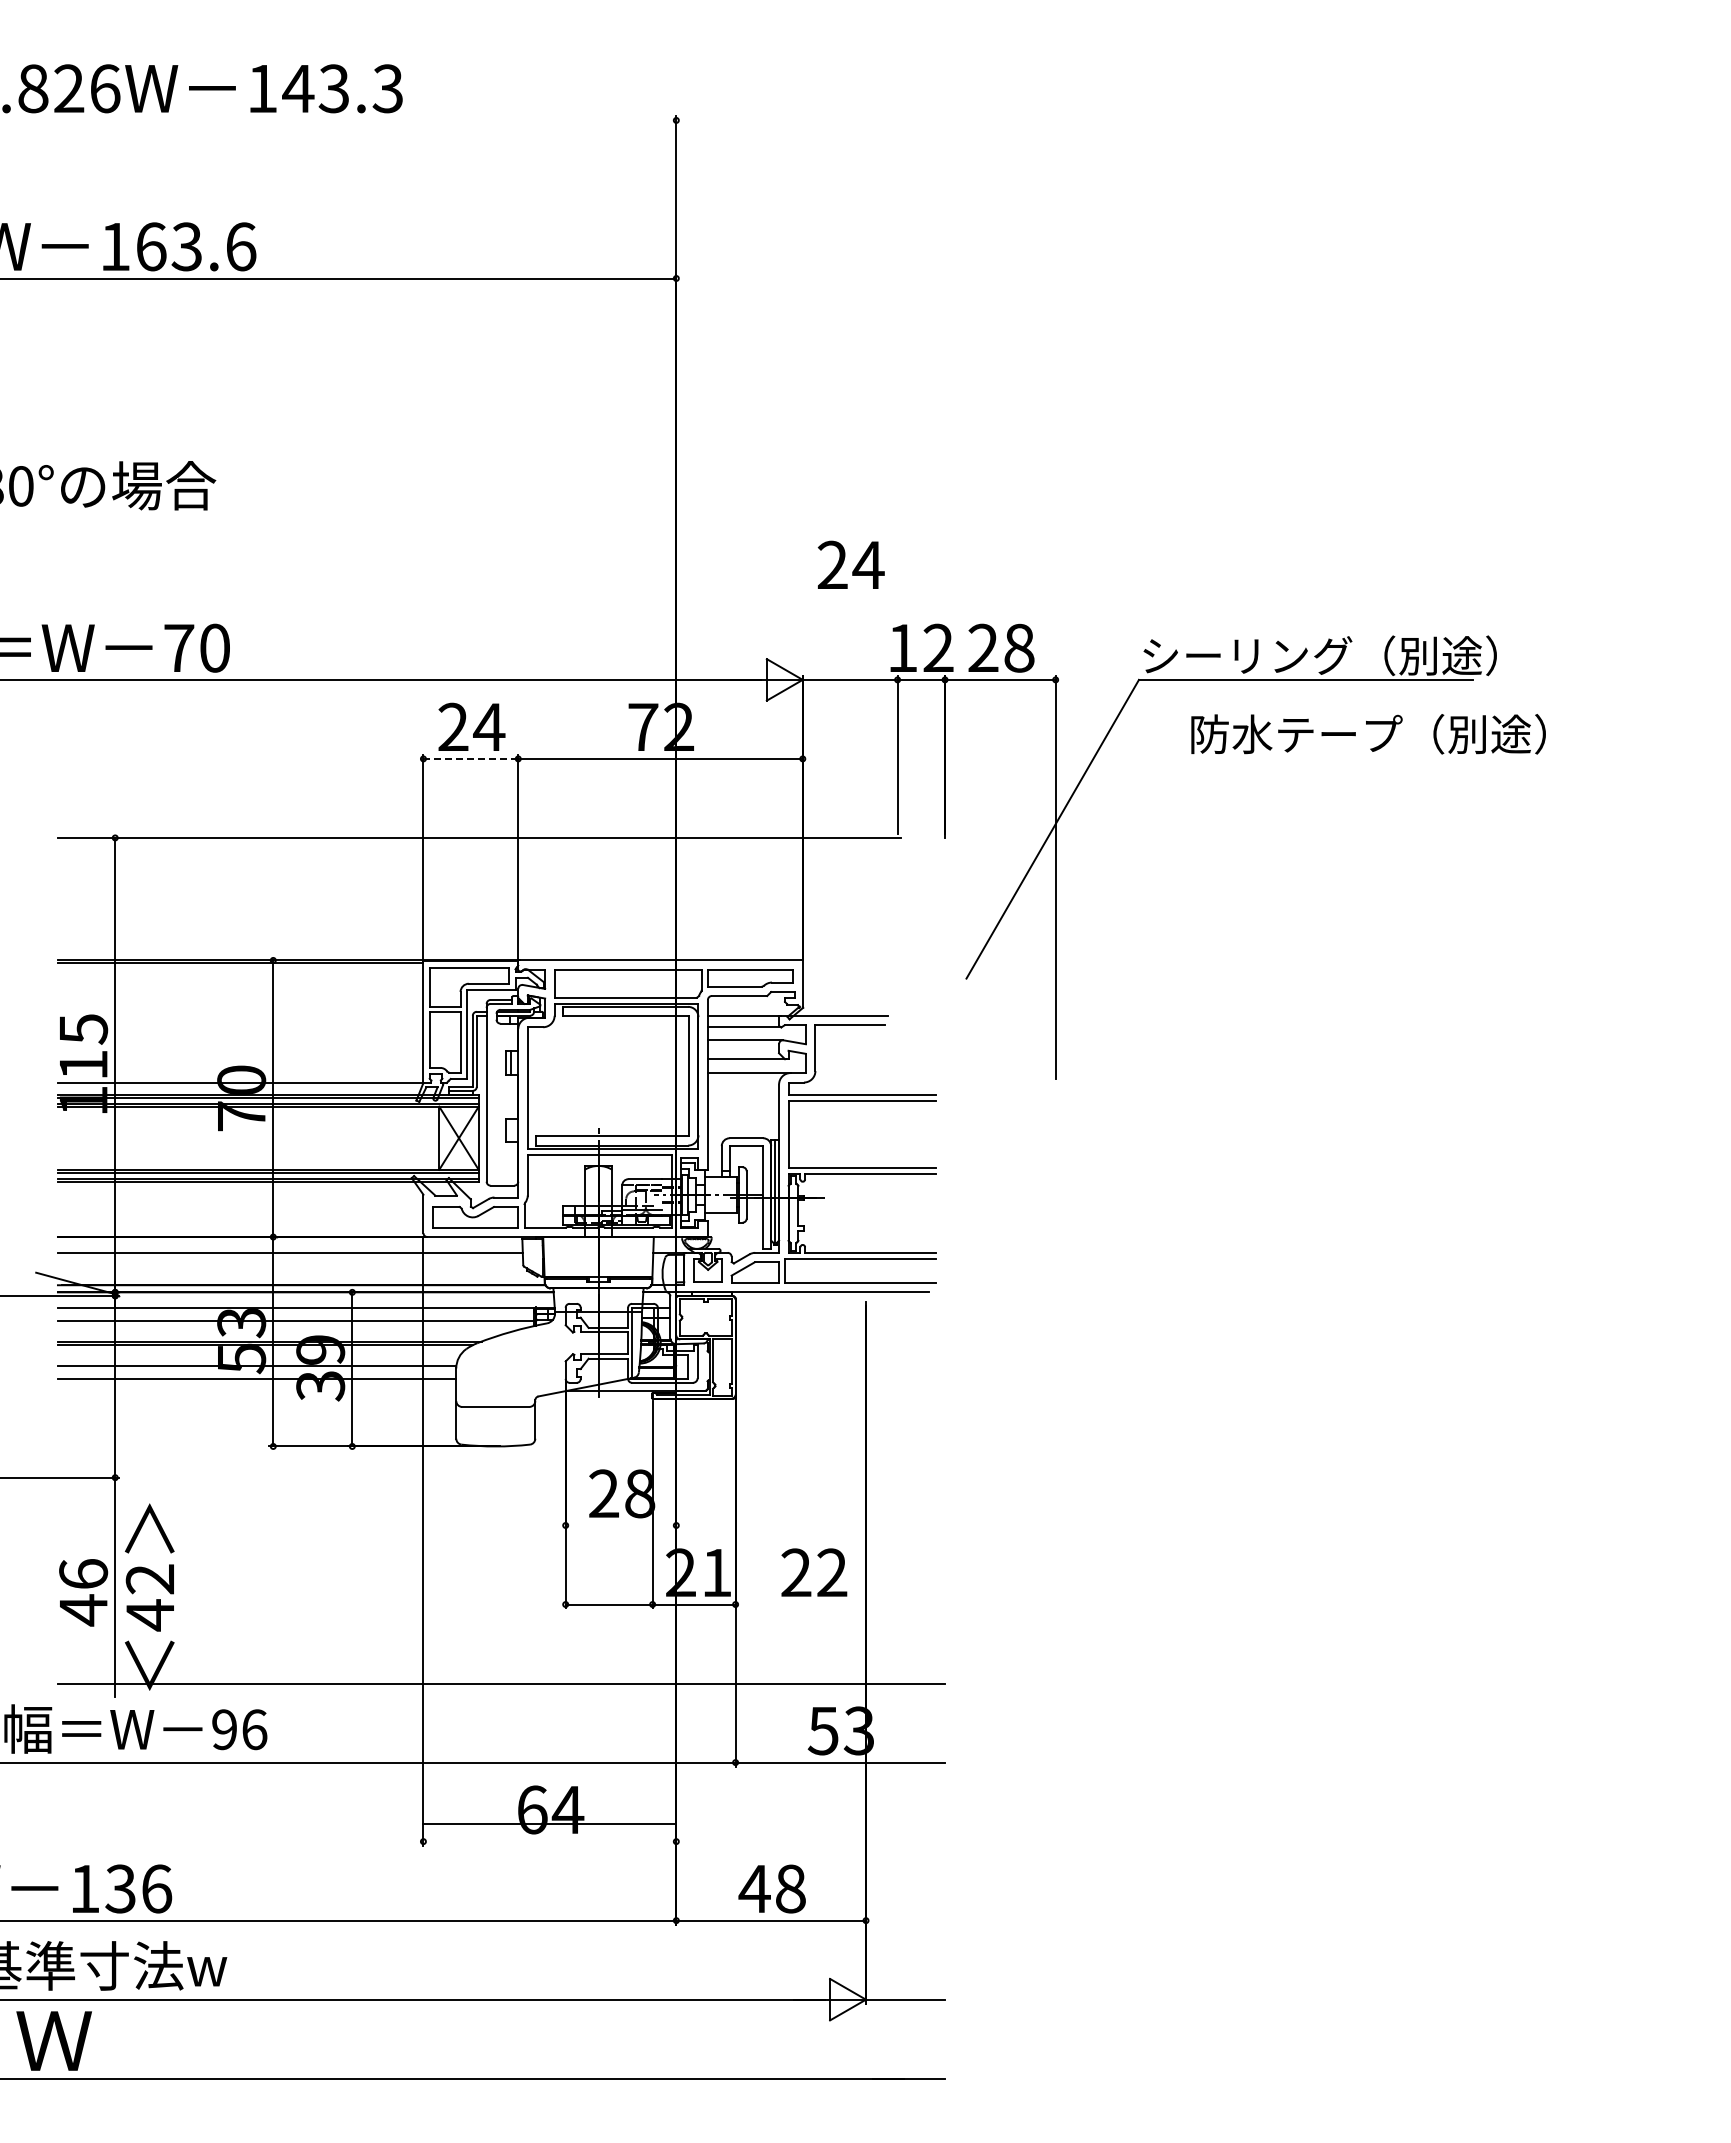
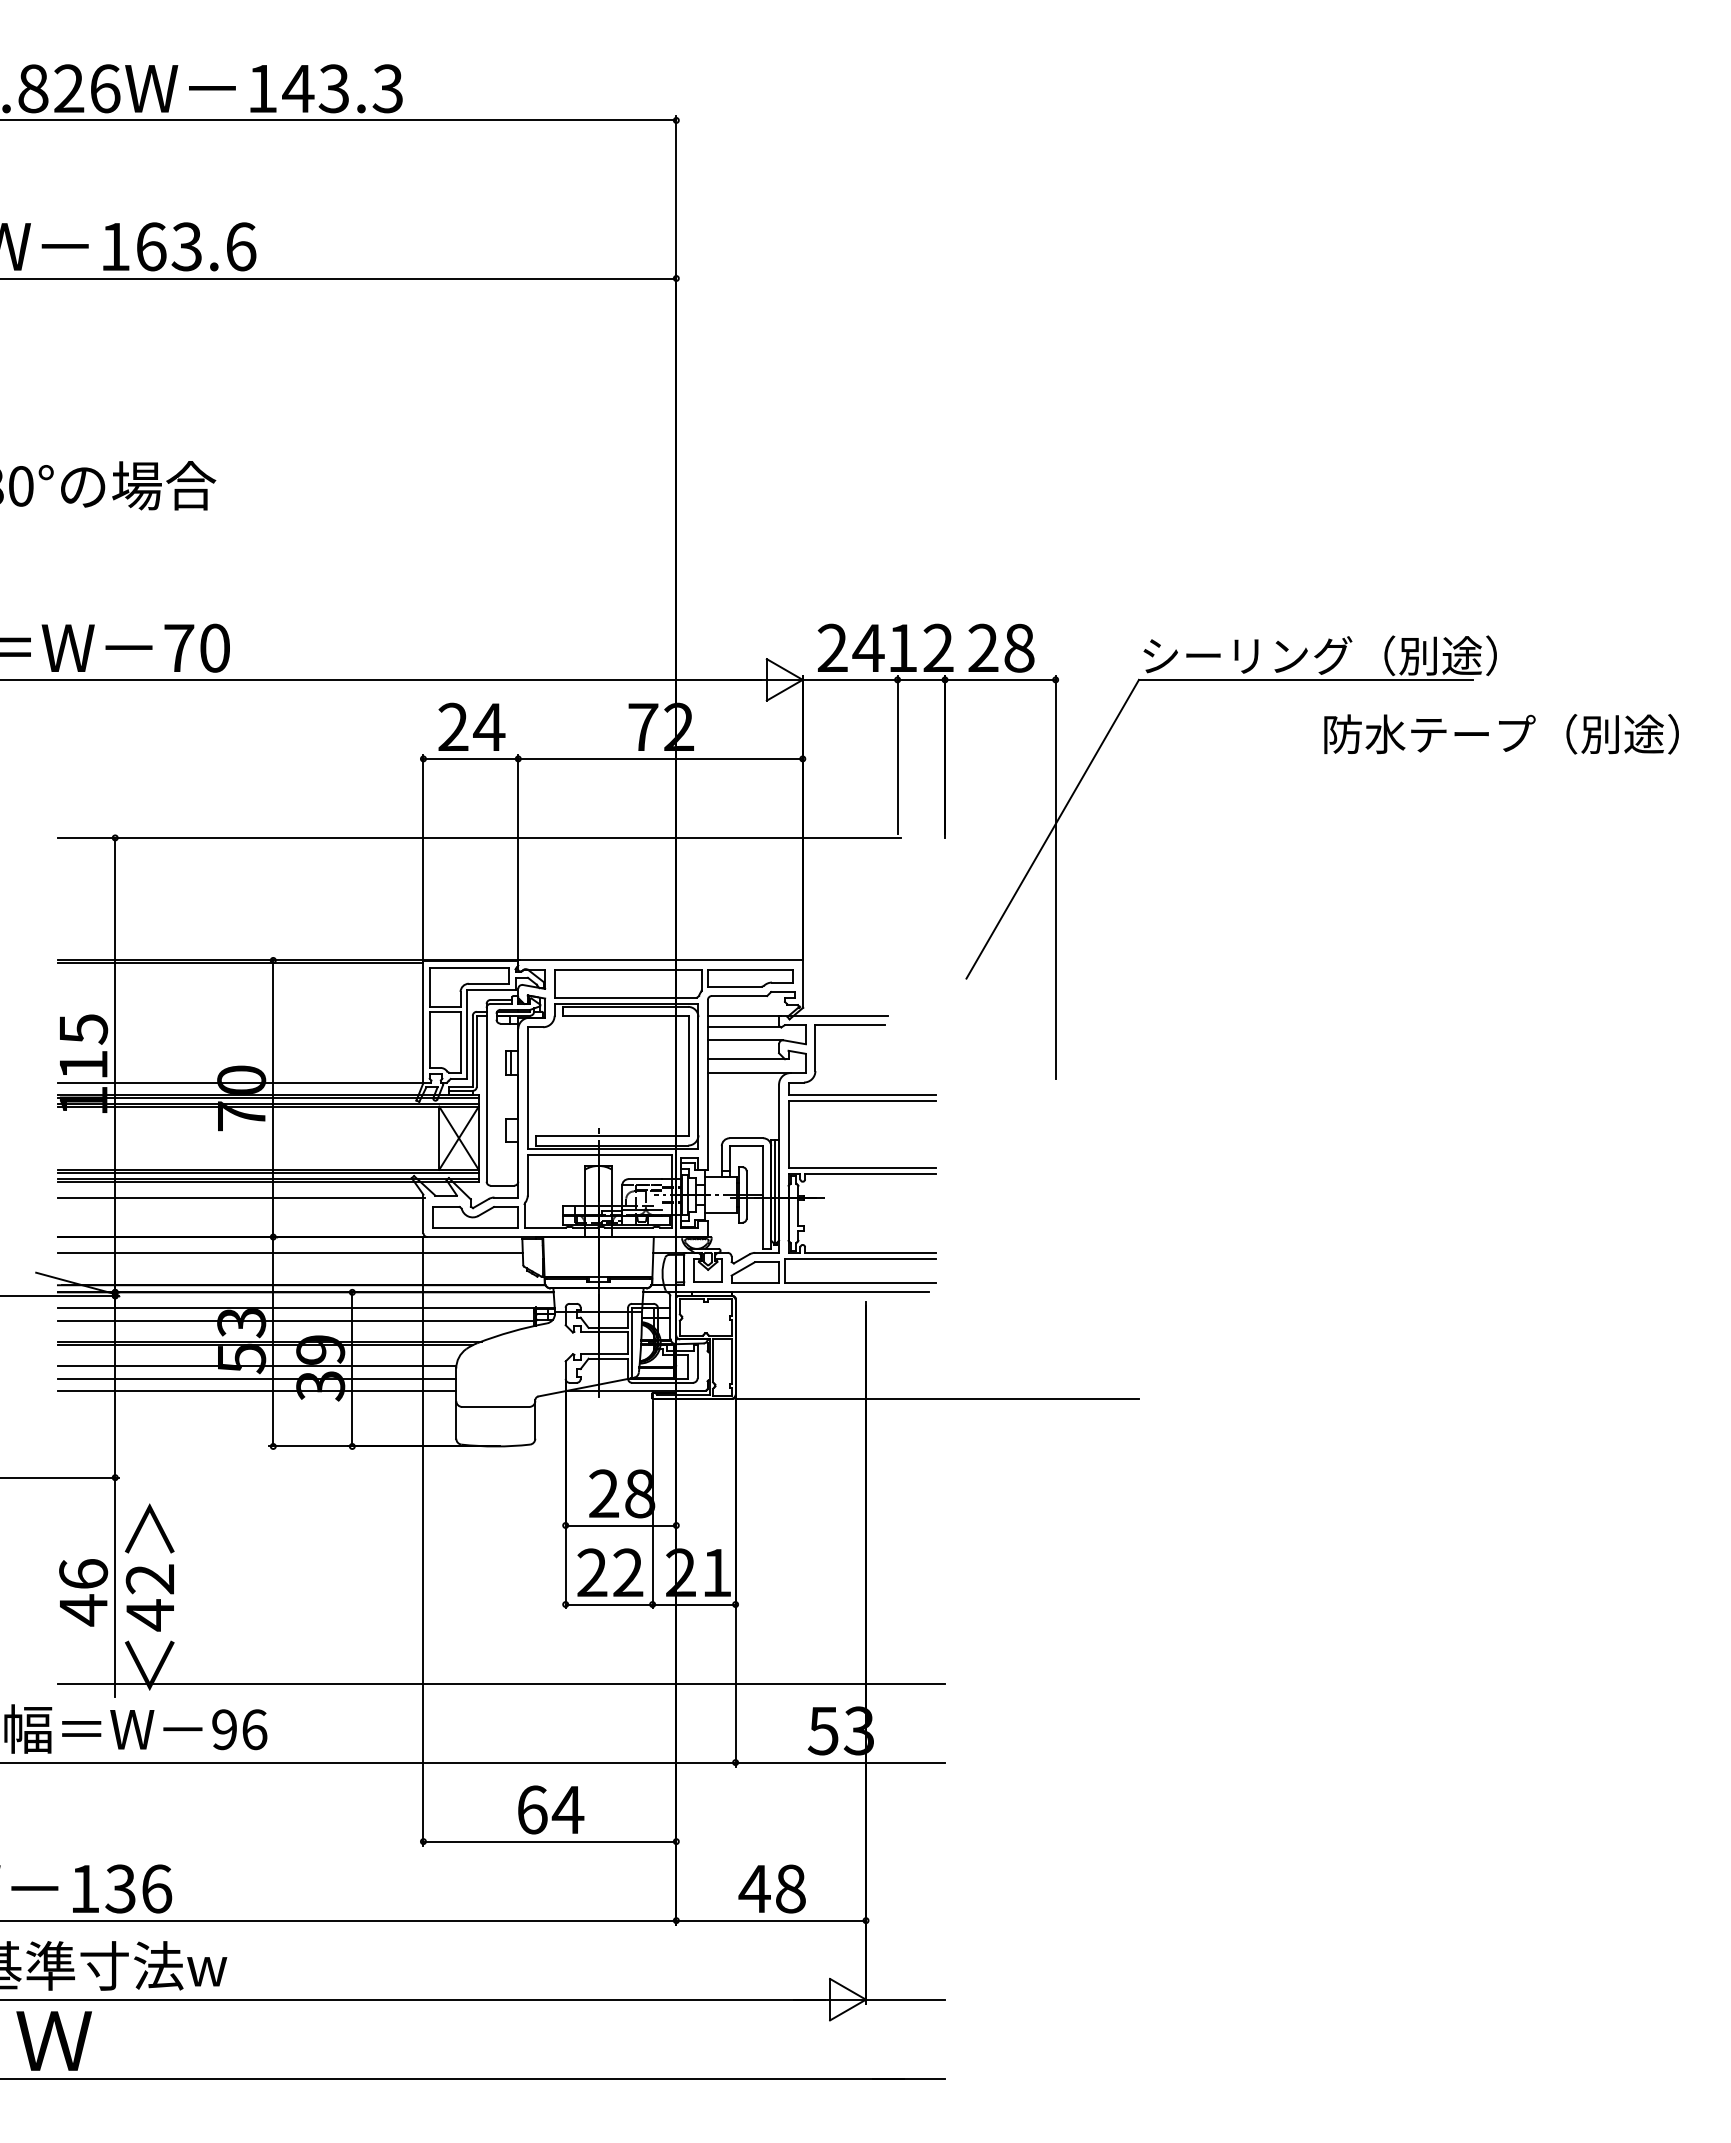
line at (339, 120): none -> present
text at (850, 564) position: (850, 564) -> (850, 647)
text at (1368, 734) position: (1368, 734) -> (1501, 734)
line at (470, 758): dashed -> solid
line at (241, 1197): none -> present
line at (256, 1390): none -> present
line at (936, 1398): none -> present
line at (620, 1525): none -> present
text at (814, 1572) position: (814, 1572) -> (610, 1572)
line at (549, 1823) position: (549, 1823) -> (549, 1841)
